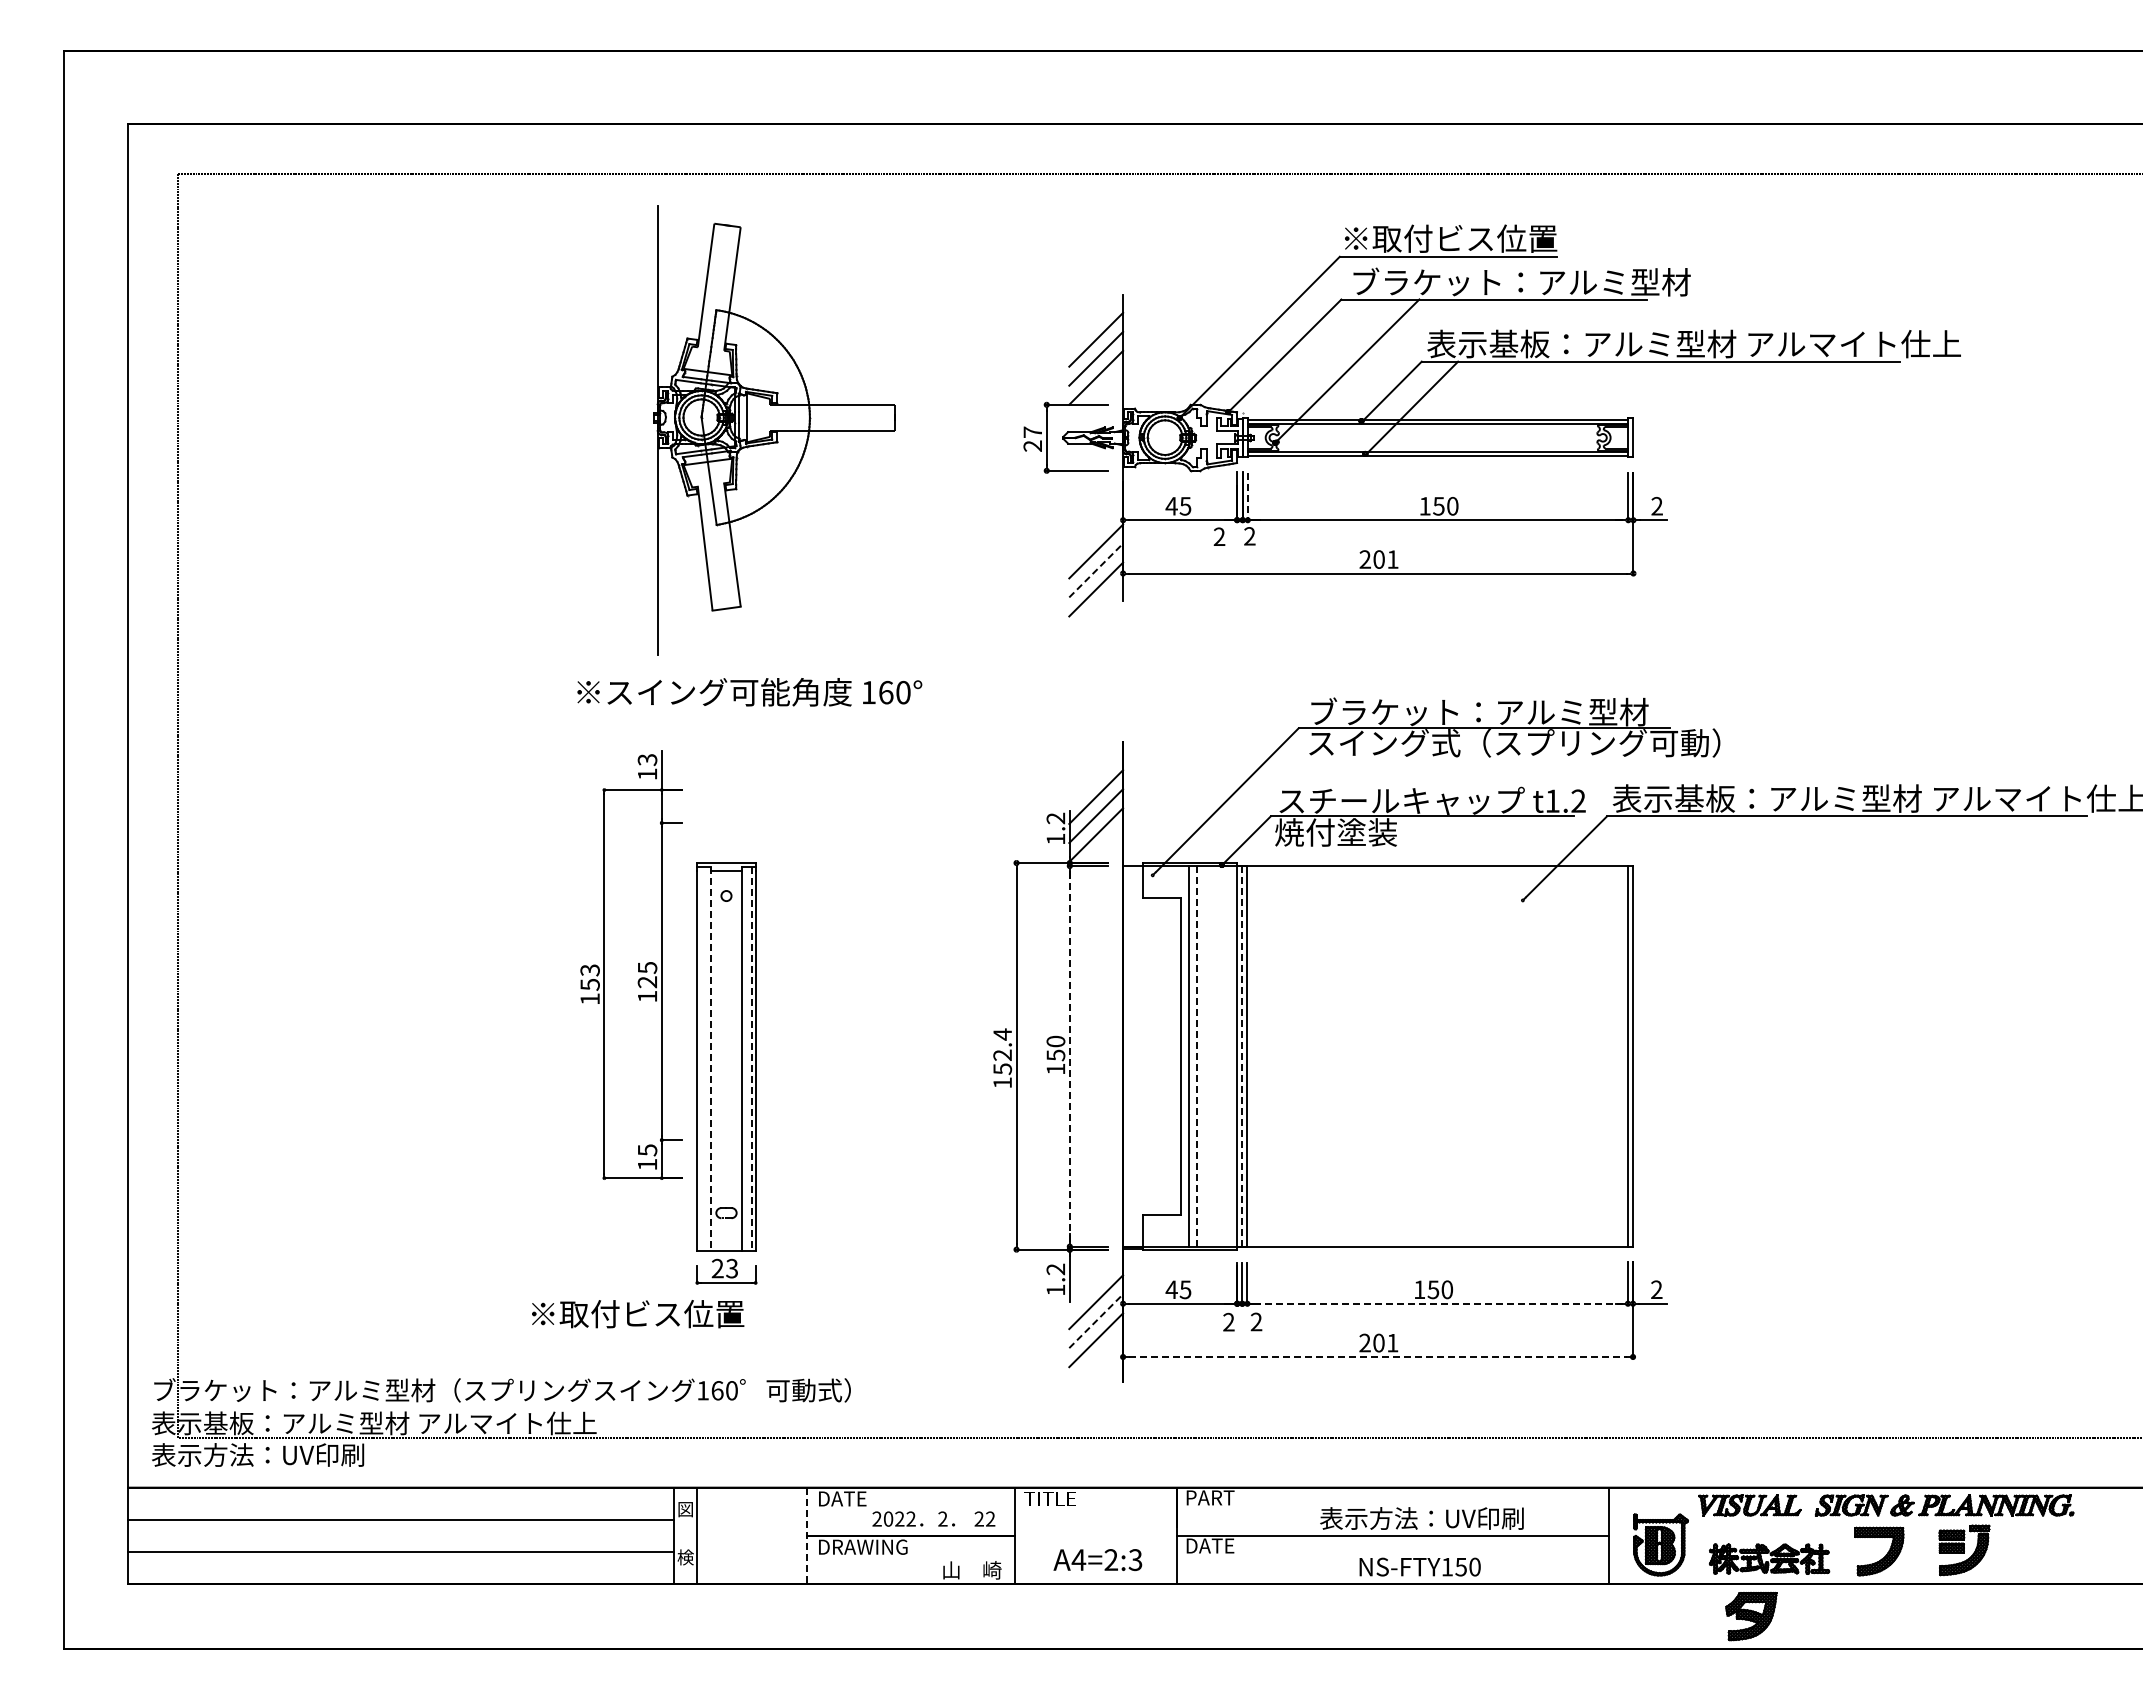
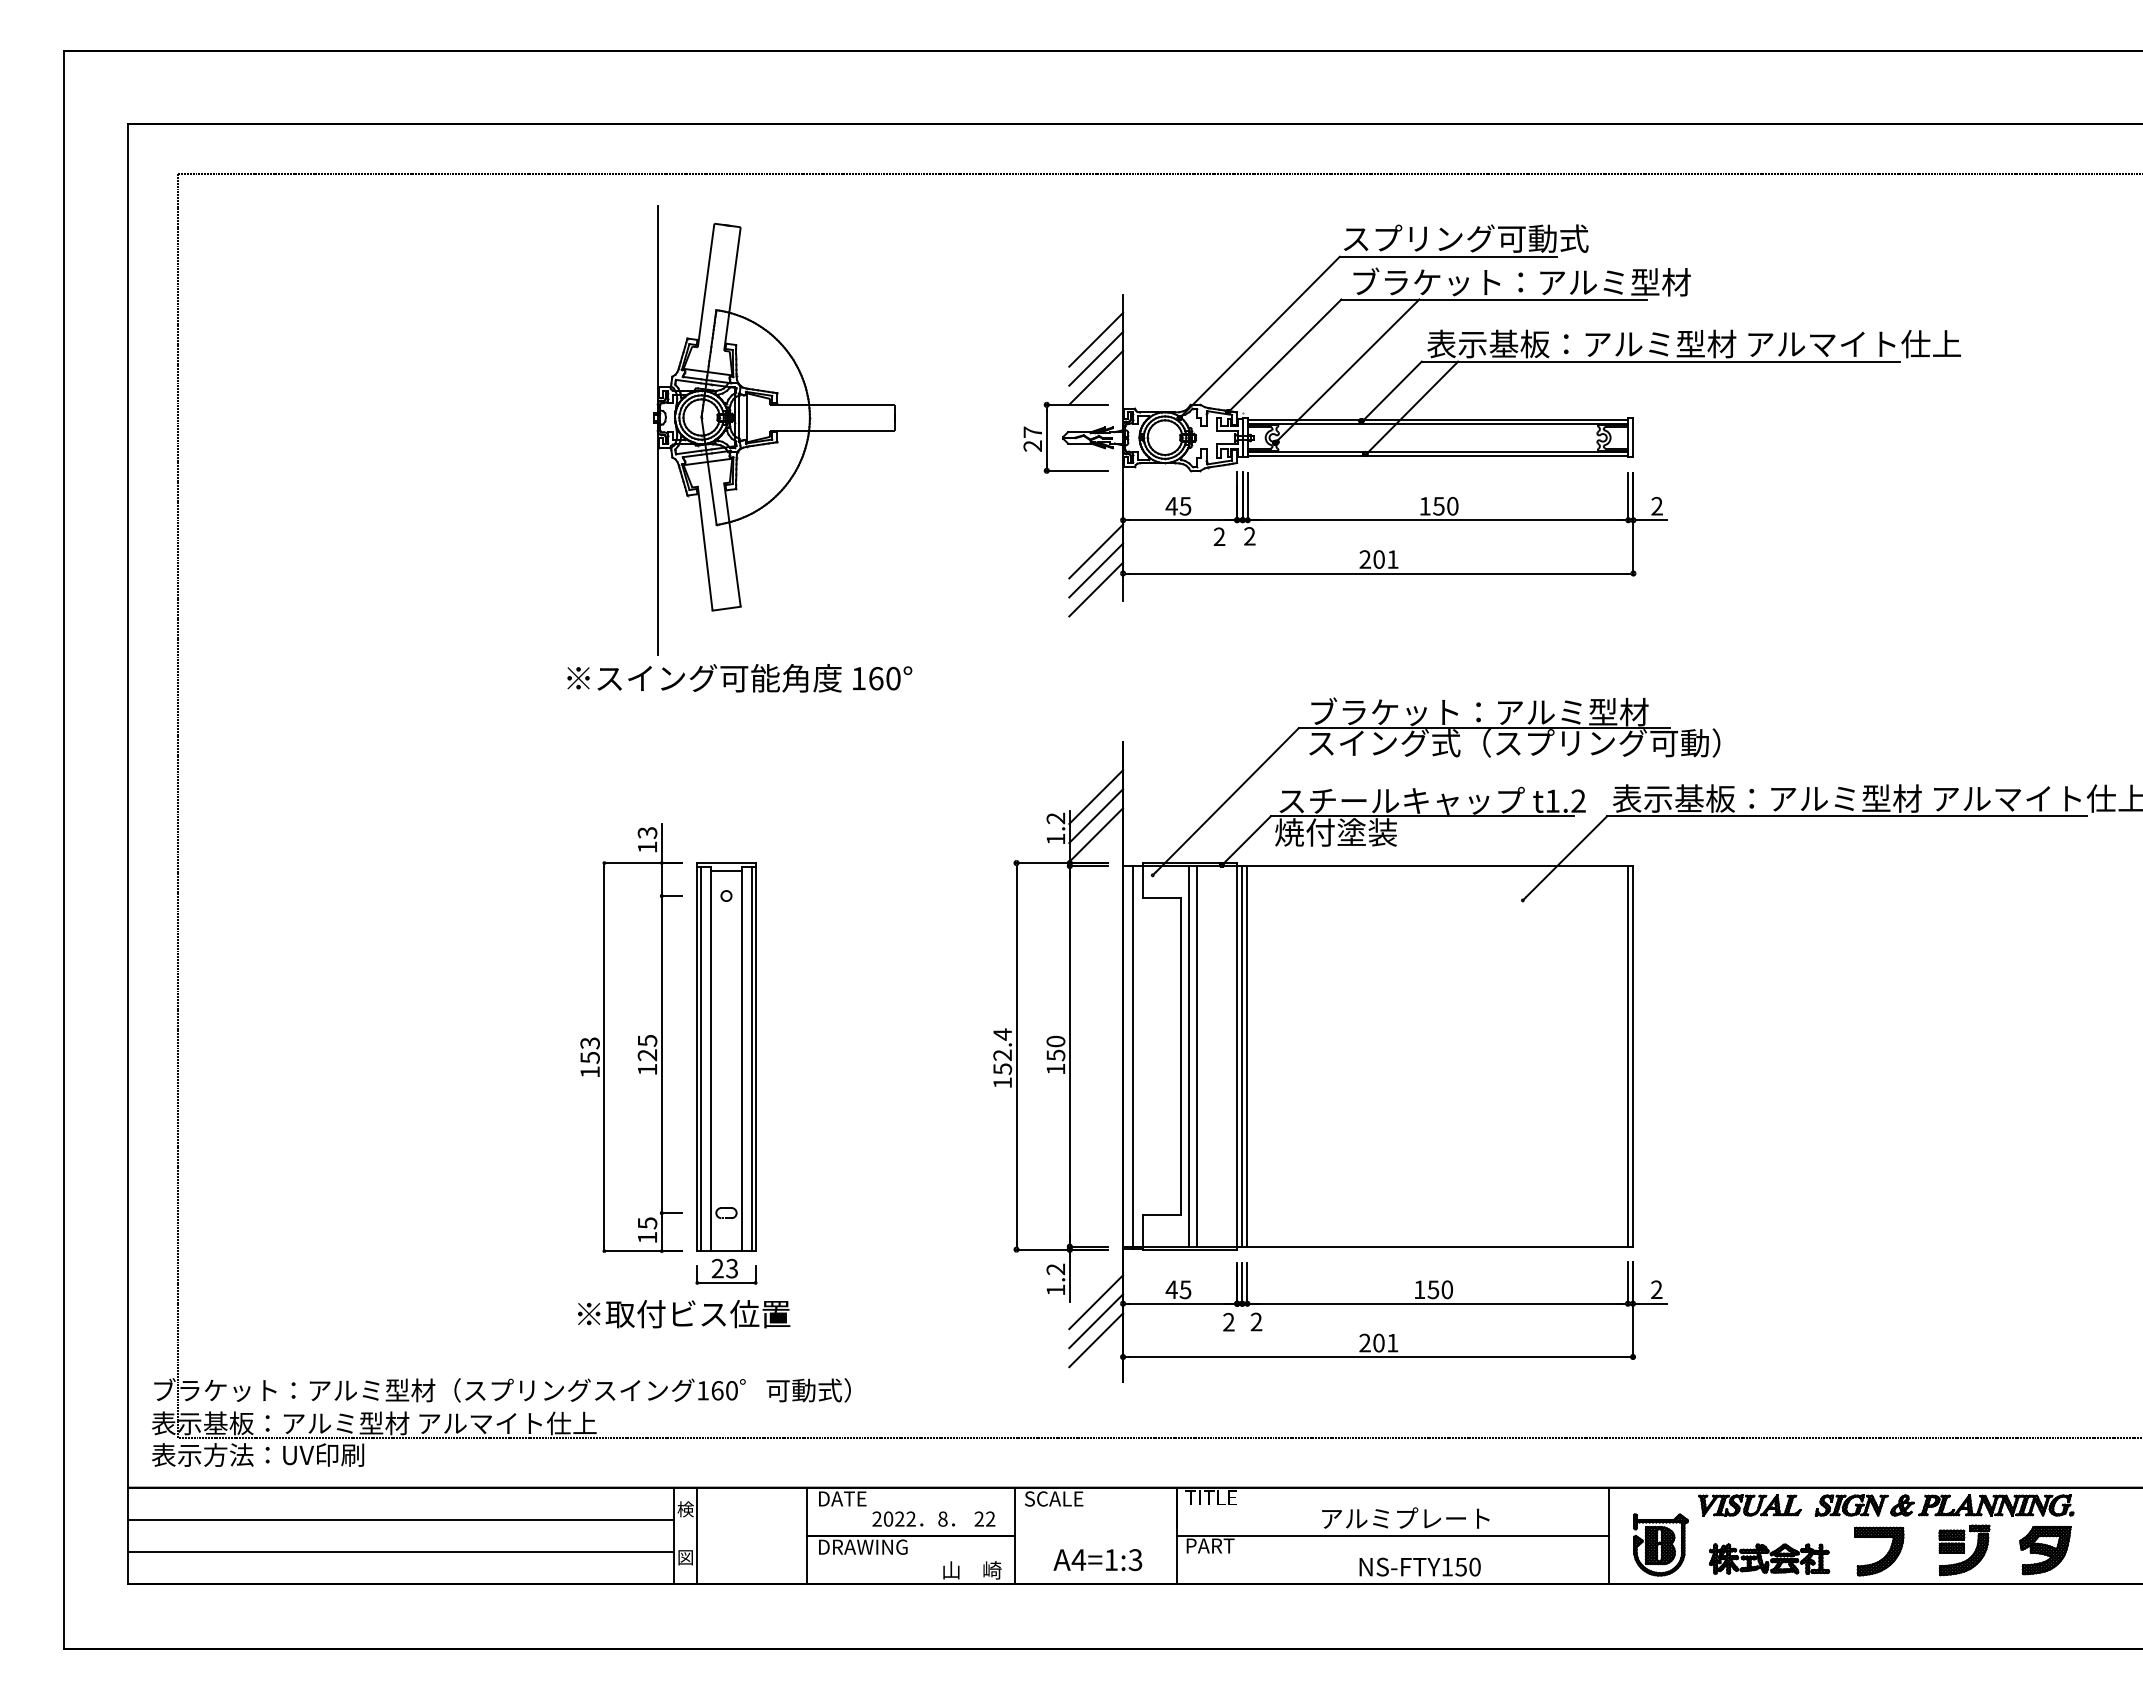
text at (1466, 238): ※取付ビス位置 -> スプリング可動式
line at (1247, 496): dashed -> solid
line at (1096, 570): dashed -> solid
text at (749, 692) position: (749, 692) -> (739, 678)
part at (631, 964) position: (631, 964) -> (631, 1037)
line at (1242, 1055): dashed -> solid
line at (1069, 1056): dashed -> solid
line at (1196, 1056): dashed -> solid
line at (1133, 1057): none -> present
line at (701, 1058): none -> present
line at (710, 1059): dashed -> solid
line at (751, 1059): dashed -> solid
line at (1433, 1303): dashed -> solid
text at (638, 1314) position: (638, 1314) -> (684, 1314)
line at (1096, 1320): dashed -> solid
line at (1378, 1357): dashed -> solid
text at (1210, 1497): PART -> TITLE
text at (1053, 1498): TITLE -> SCALE
text at (685, 1509): 図 -> 検
text at (942, 1518): 2 -> 8
text at (1421, 1518): 表示方法：UV印刷 -> アルミプレート
line at (807, 1536): dashed -> solid
text at (1211, 1545): DATE -> PART
text at (685, 1557): 検 -> 図
text at (1110, 1559): A4=2:3 -> A4=1:3
part at (1751, 1616) position: (1751, 1616) -> (2045, 1550)
